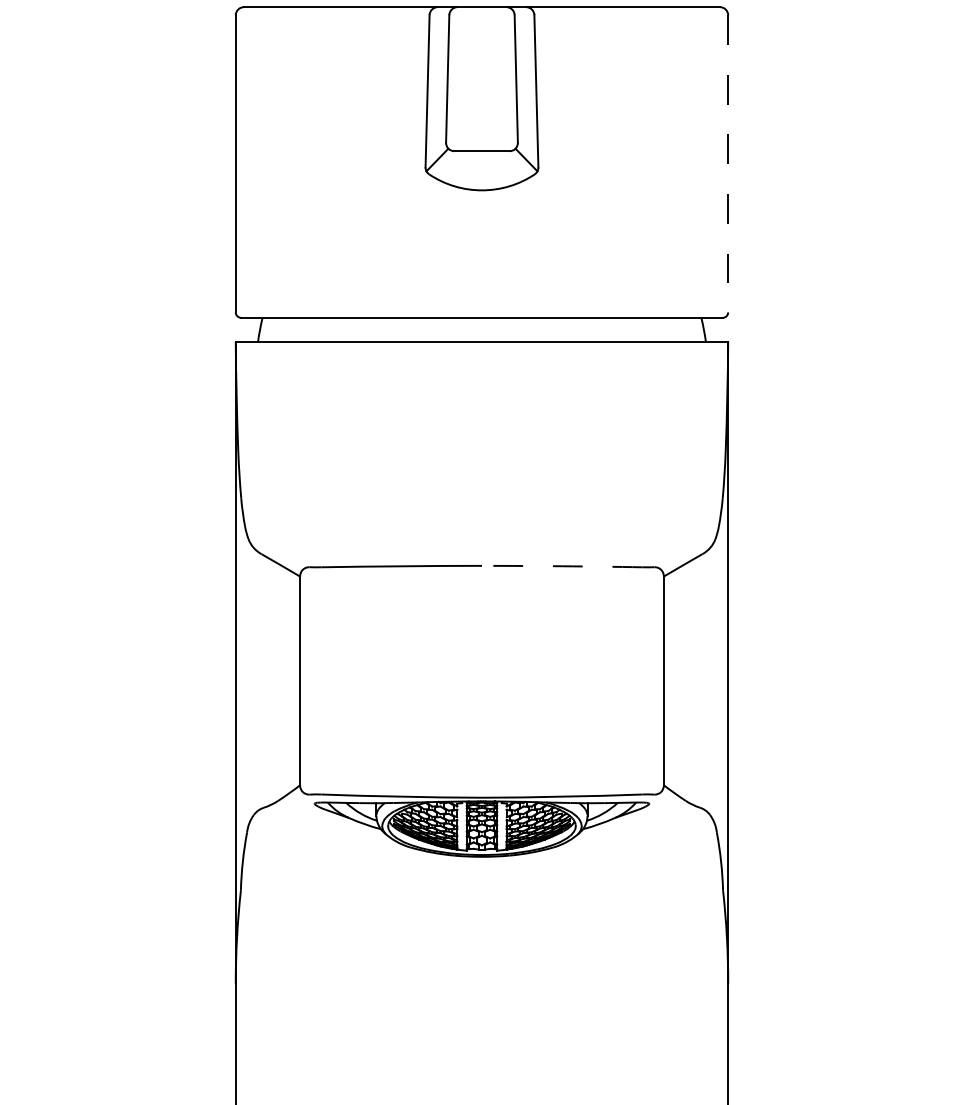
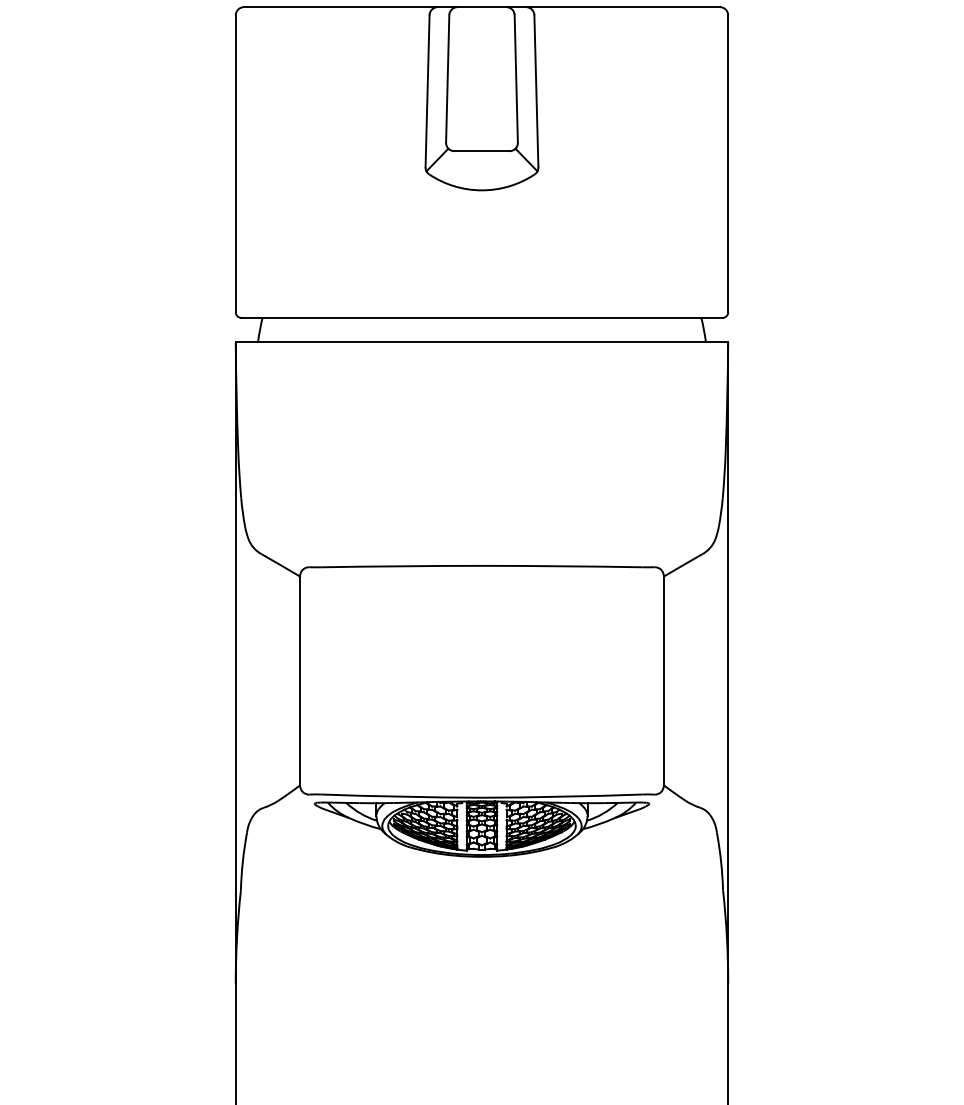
line at (728, 163): dashed -> solid
arc at (562, 566): dashed -> solid
